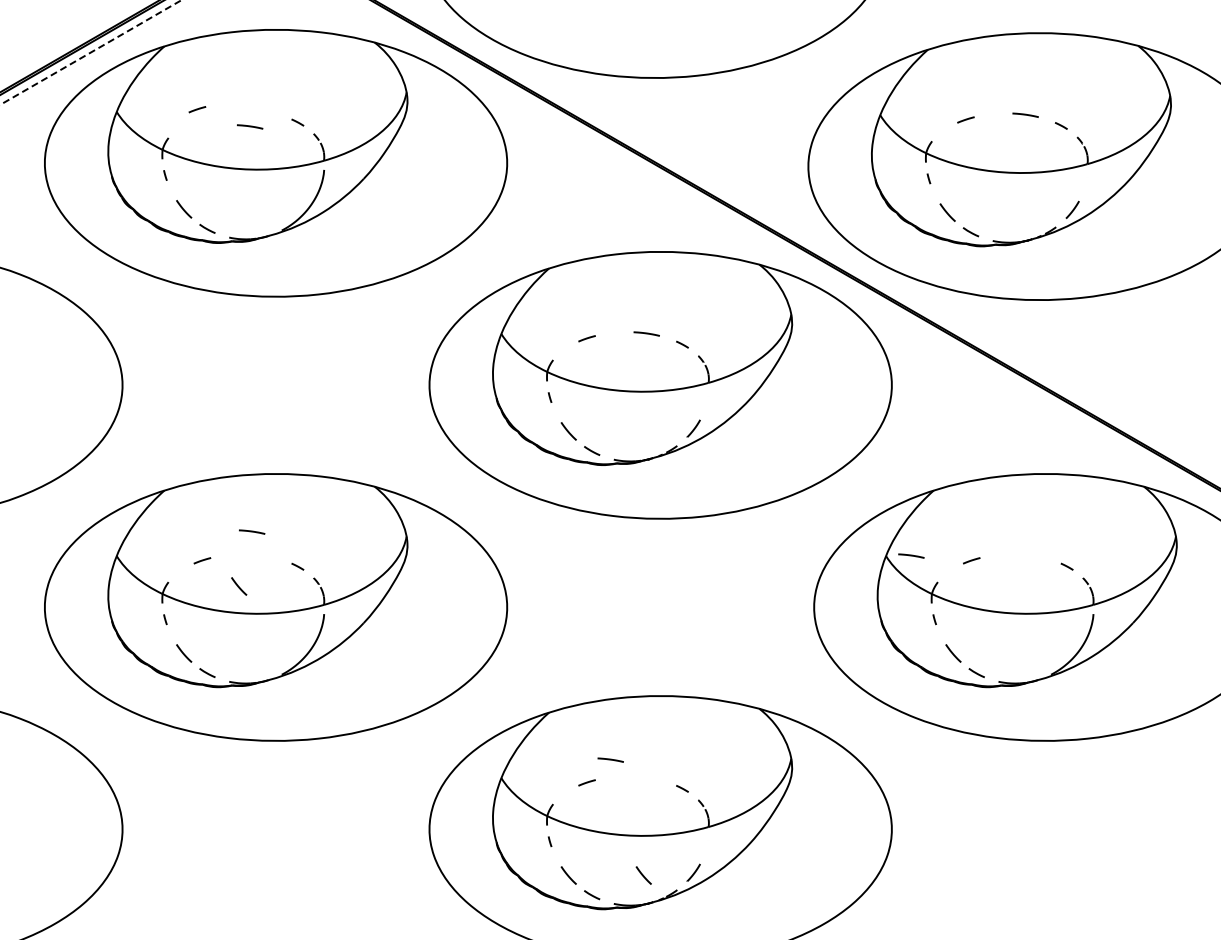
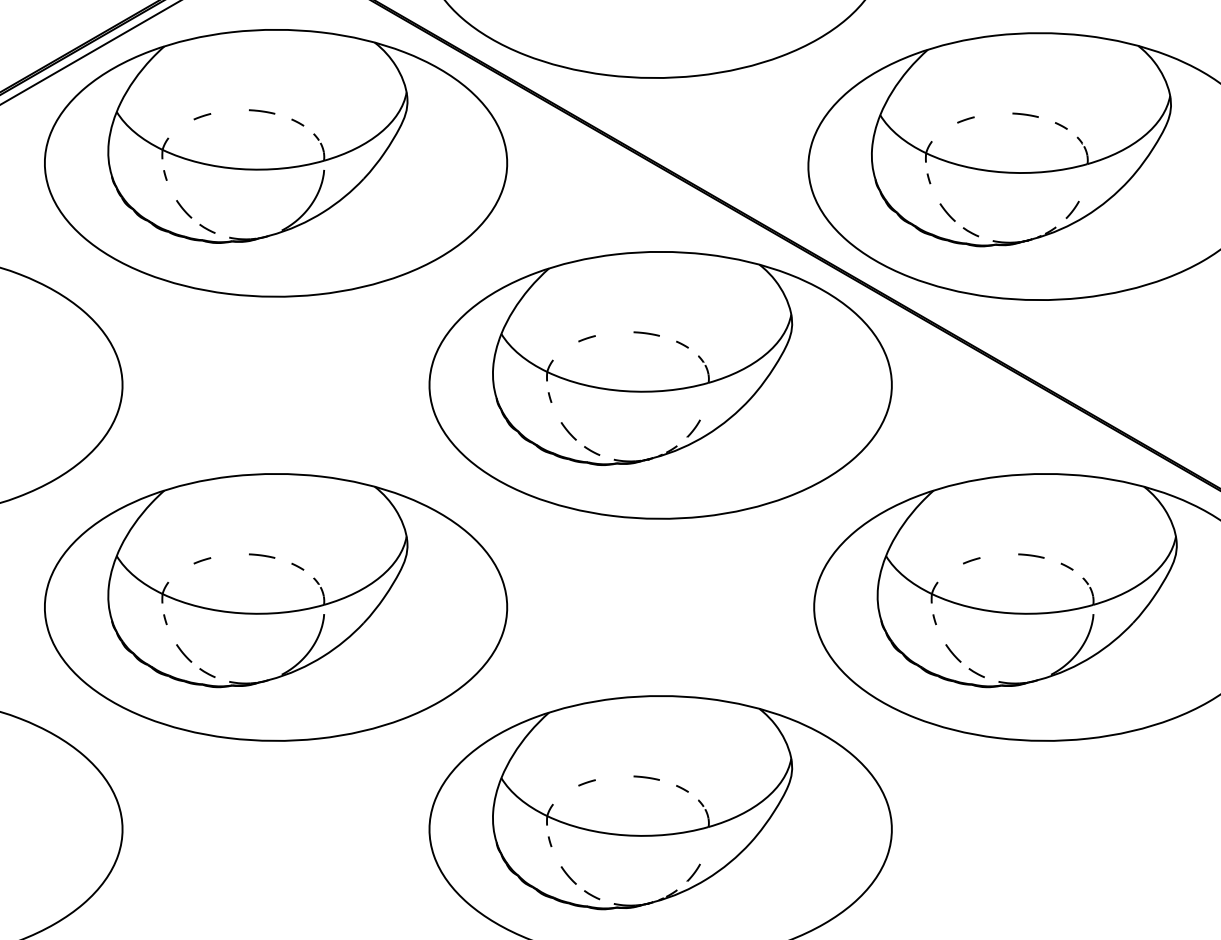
line at (90, 52): dashed -> solid
line at (197, 109) position: (197, 109) -> (202, 116)
line at (250, 126) position: (250, 126) -> (262, 111)
line at (252, 531) position: (252, 531) -> (262, 555)
line at (911, 555) position: (911, 555) -> (1031, 555)
line at (239, 586): present -> none
line at (610, 759) position: (610, 759) -> (646, 777)
line at (643, 875): present -> none
